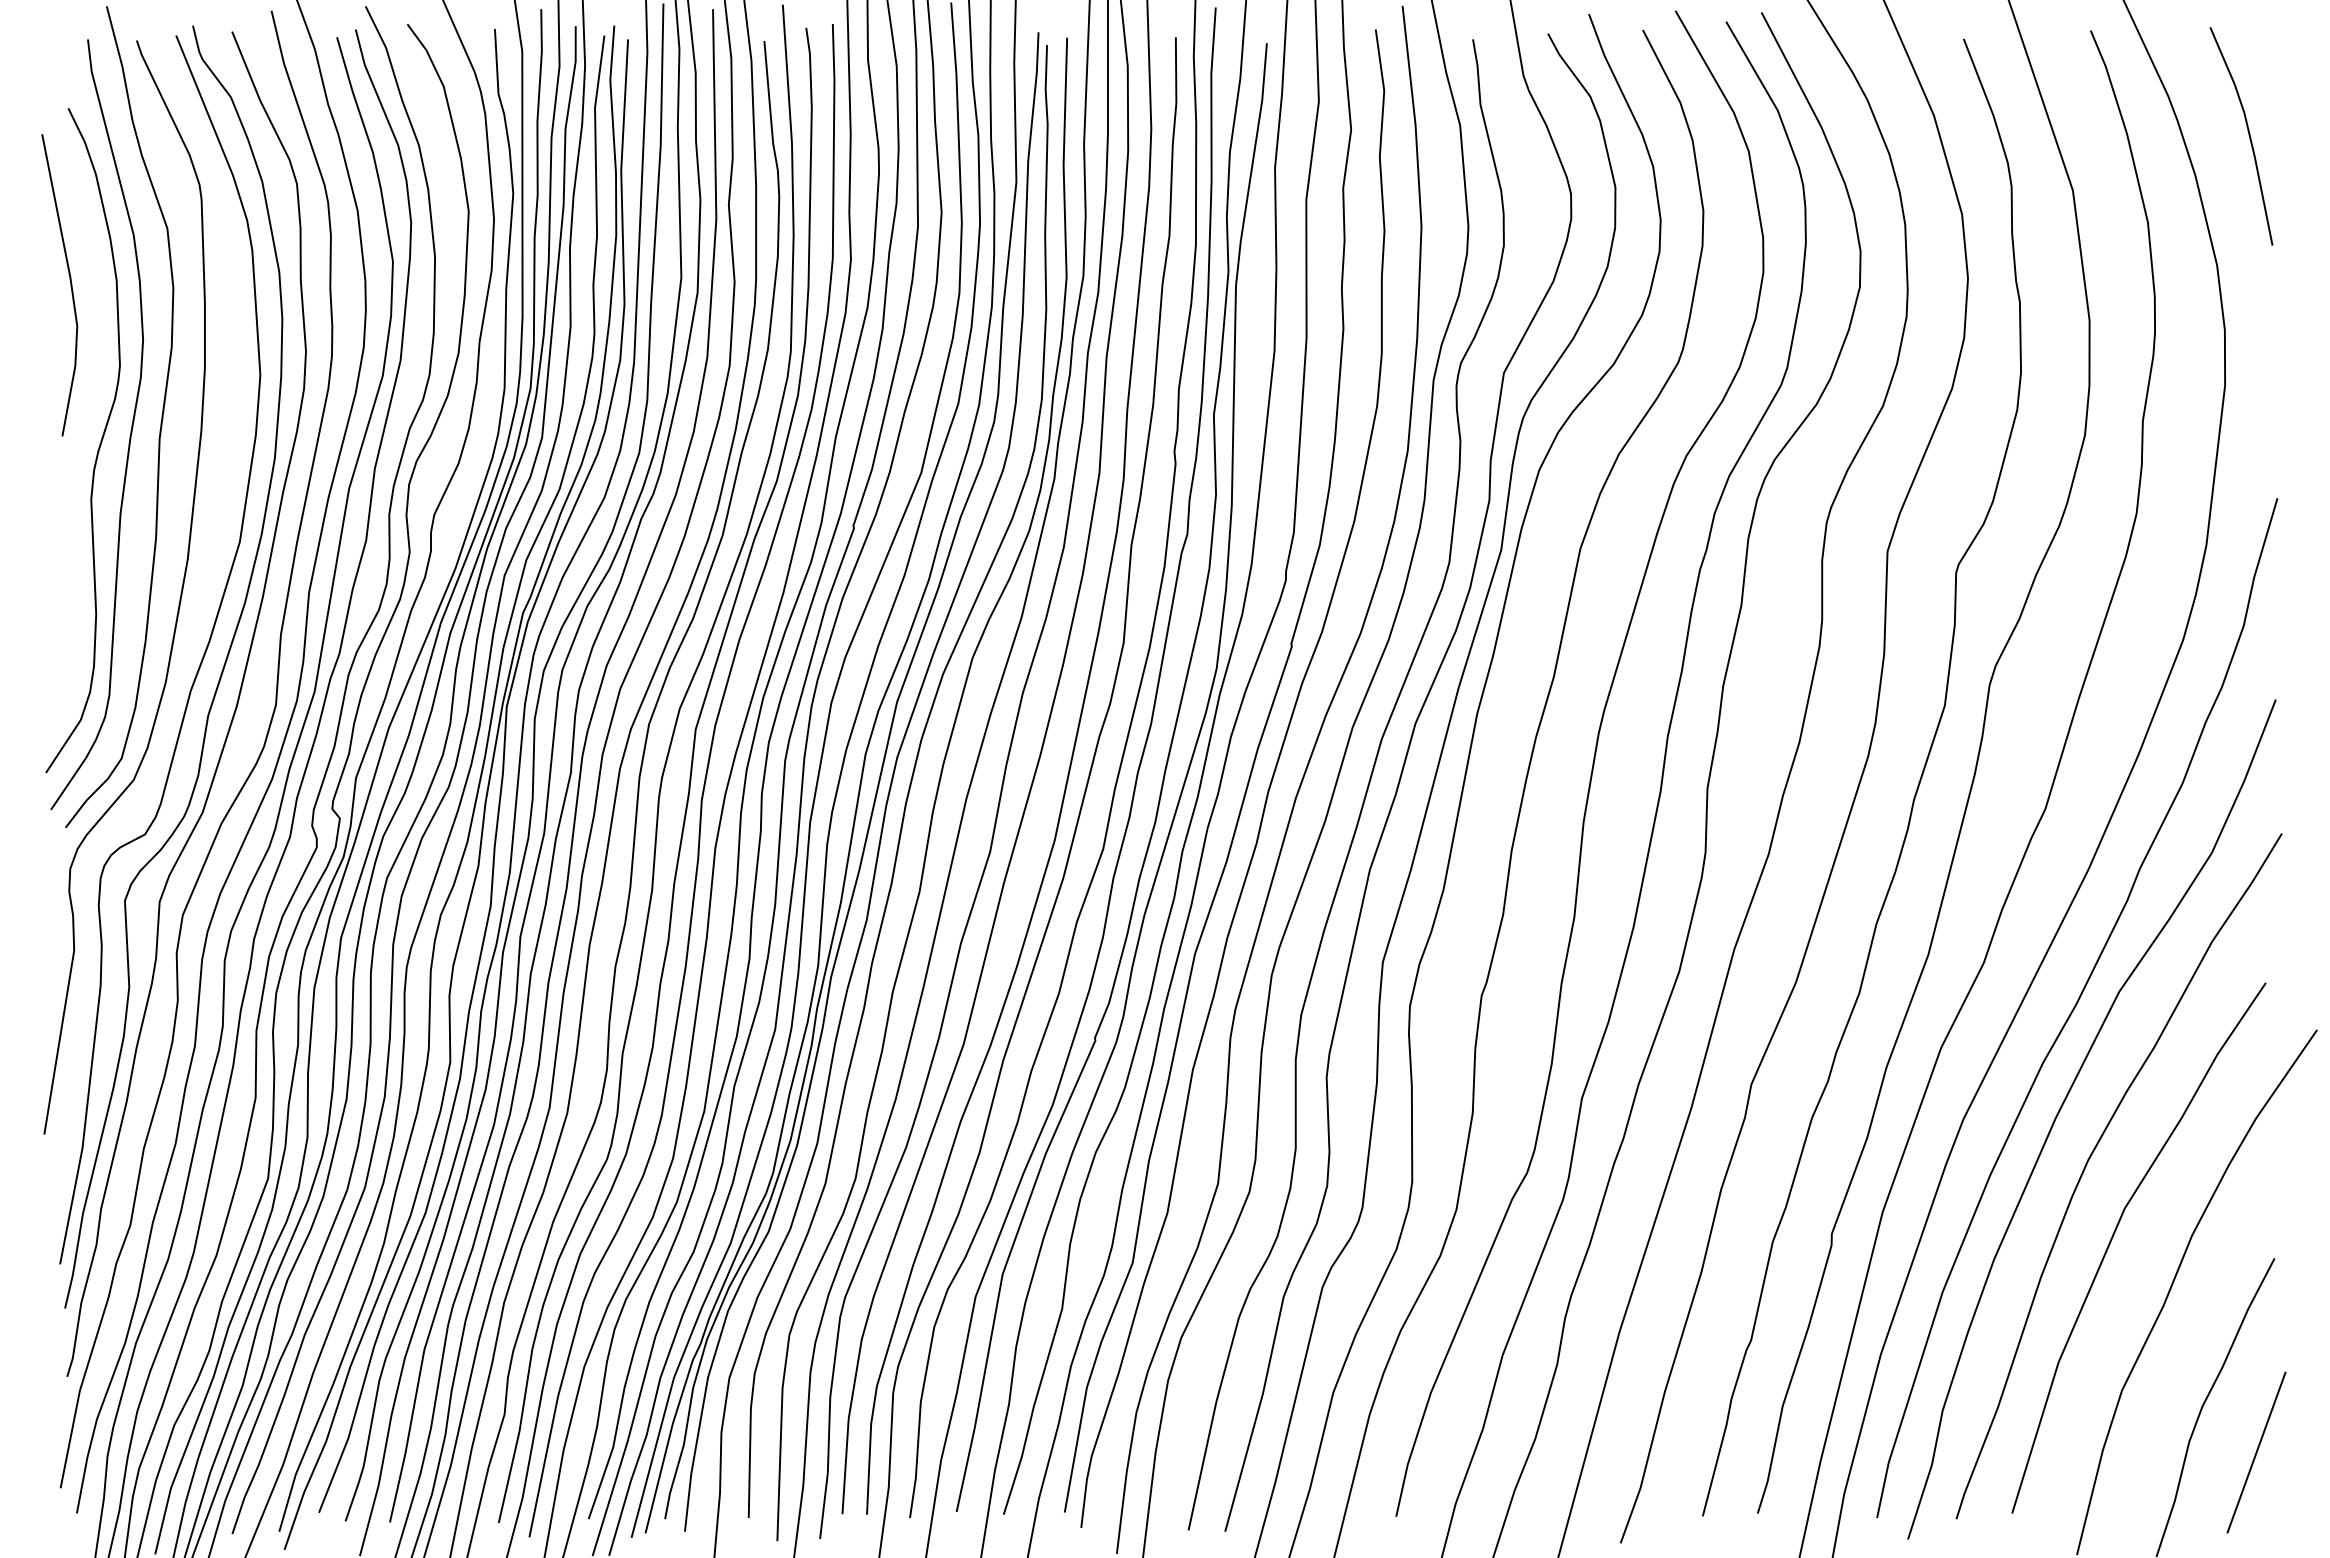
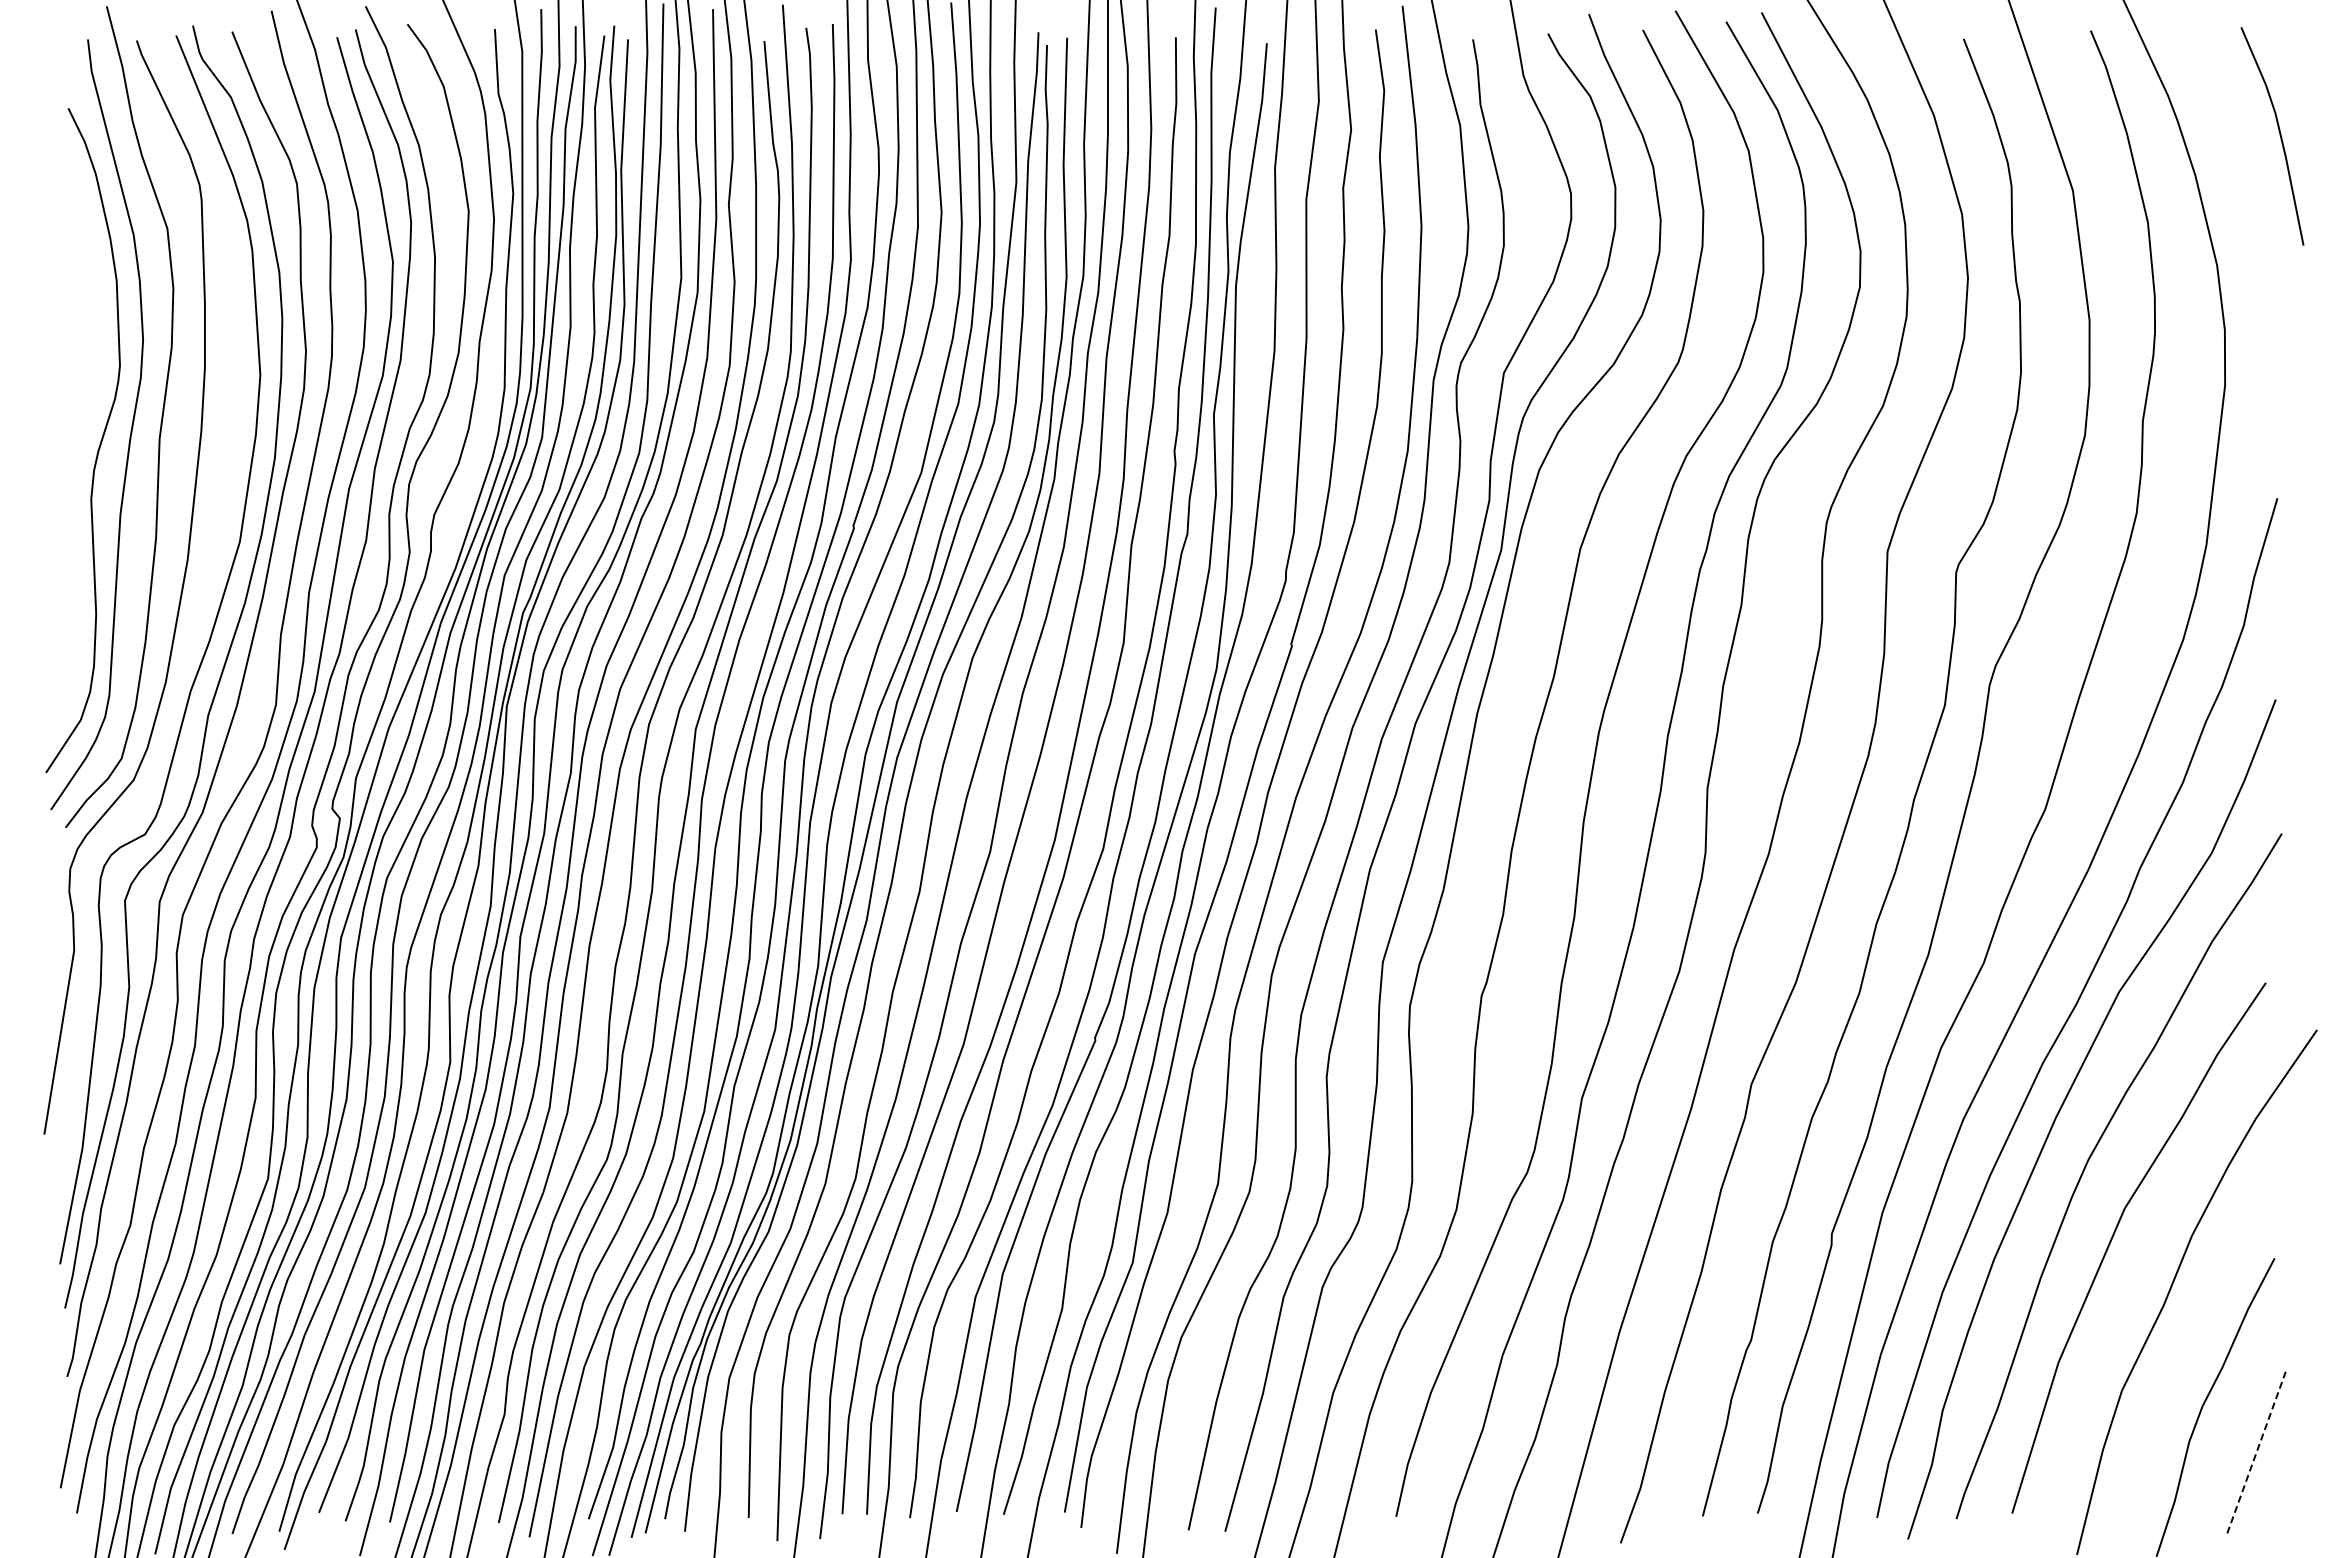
line at (2248, 135) position: (2248, 135) -> (2279, 135)
line at (70, 285): present -> none
line at (2256, 1452): solid -> dashed
